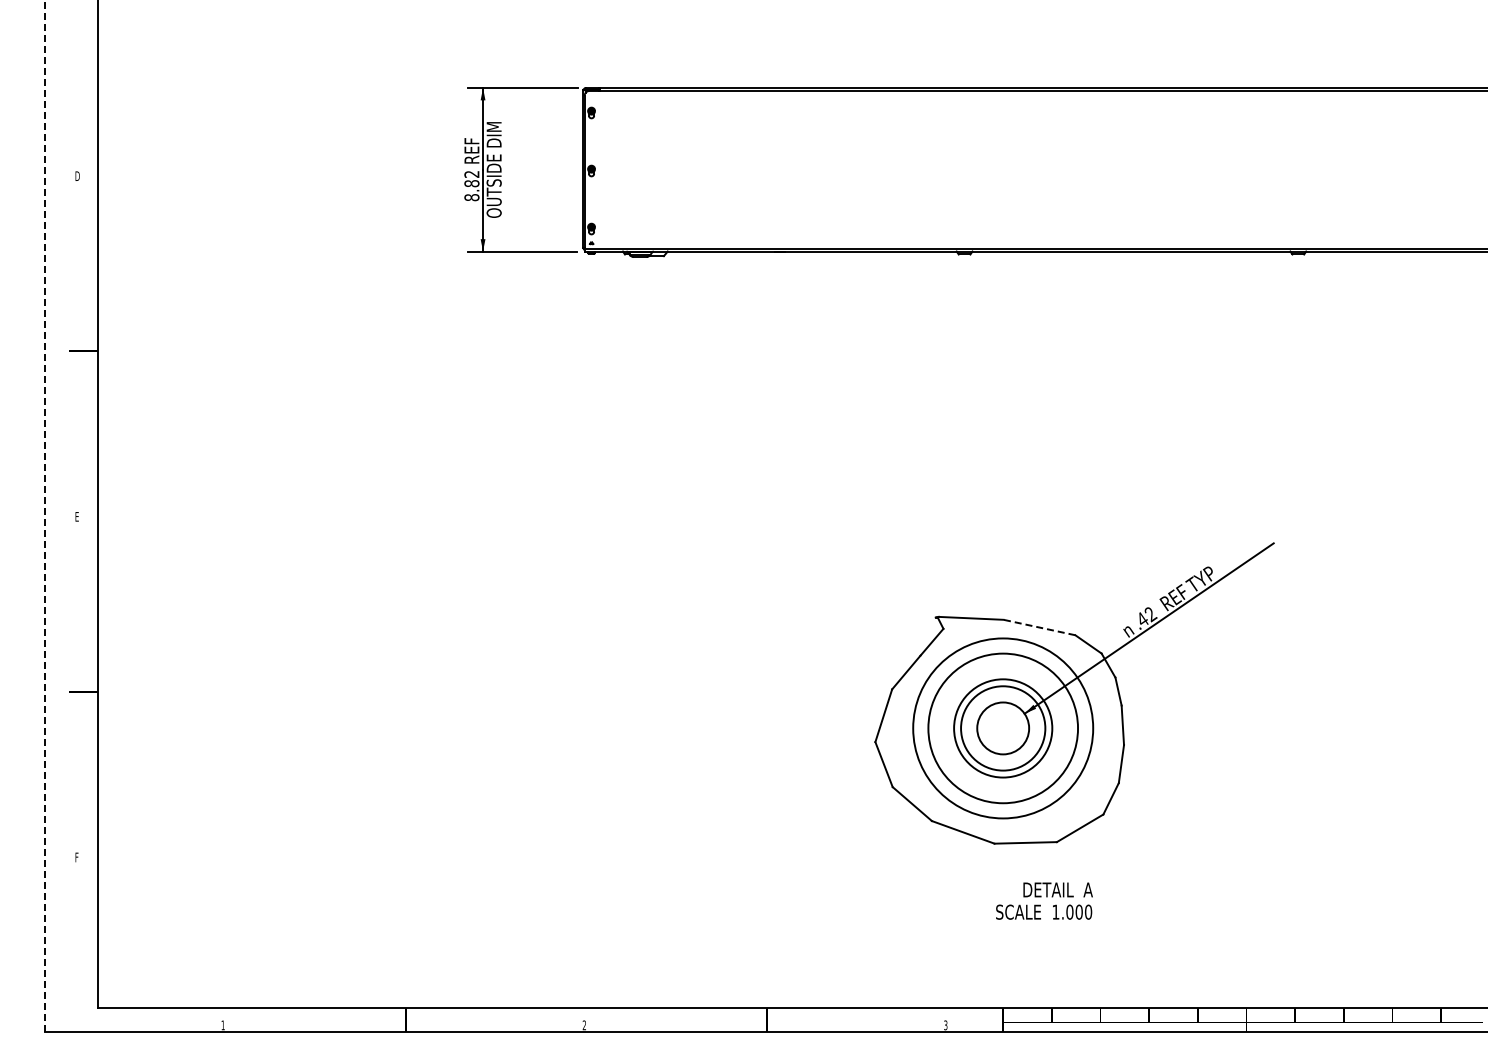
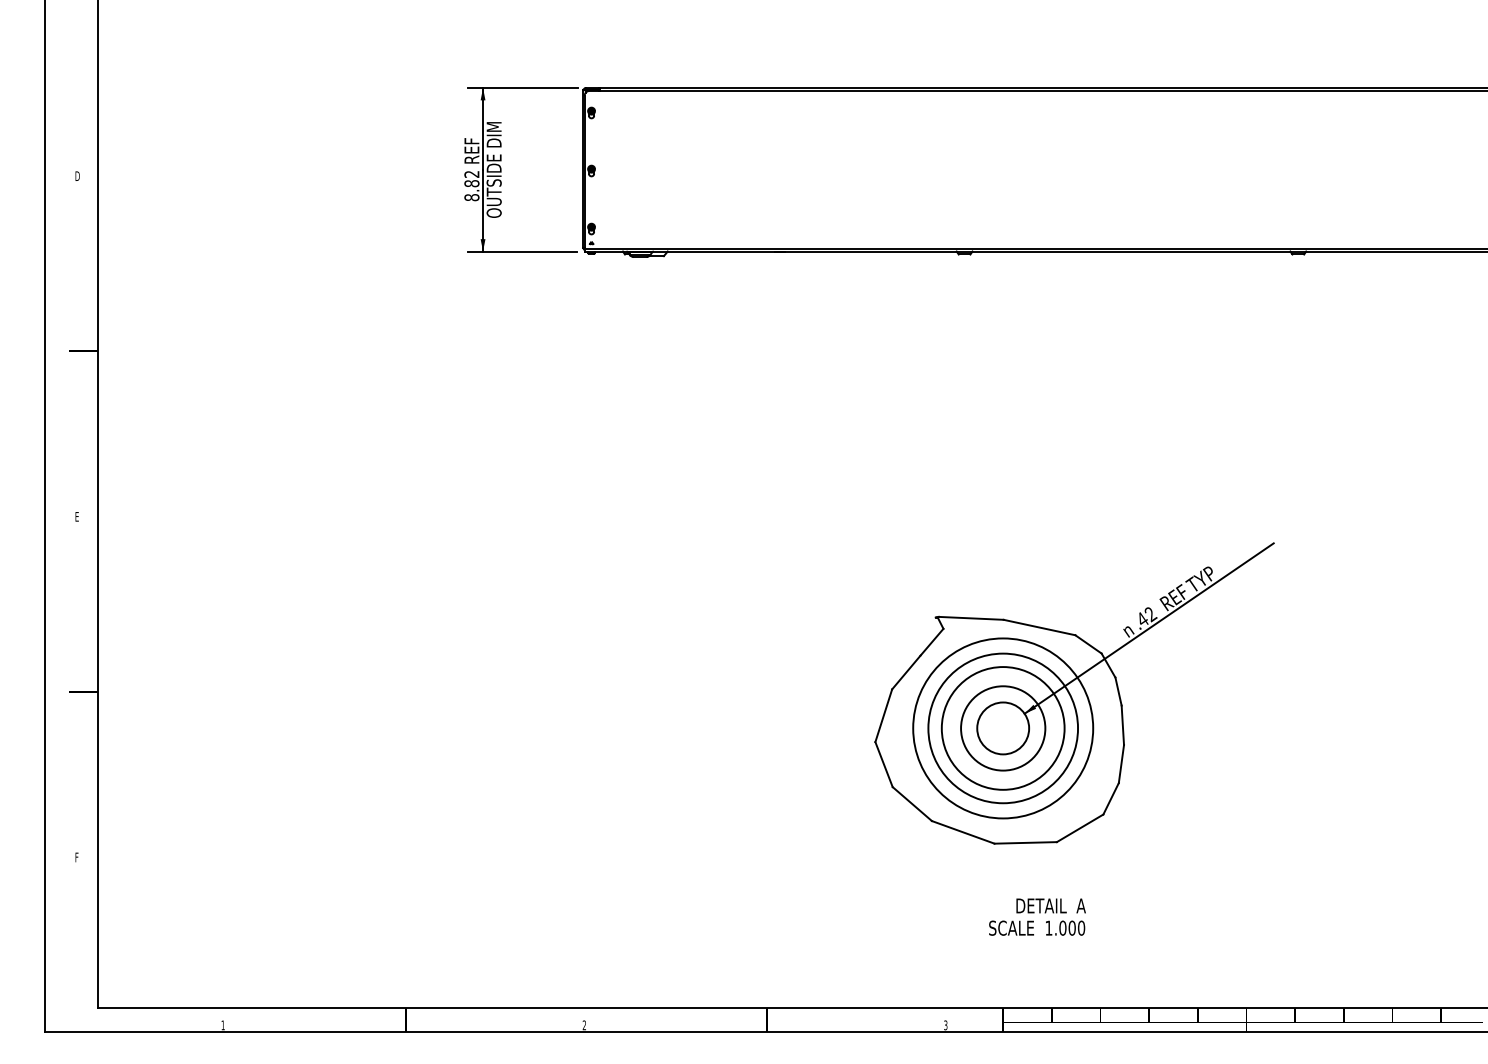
line at (44, 516): dashed -> solid
line at (1039, 627): dashed -> solid
circle at (1003, 728) diameter: 98 px -> 123 px
text at (1044, 900) position: (1044, 900) -> (1037, 916)
